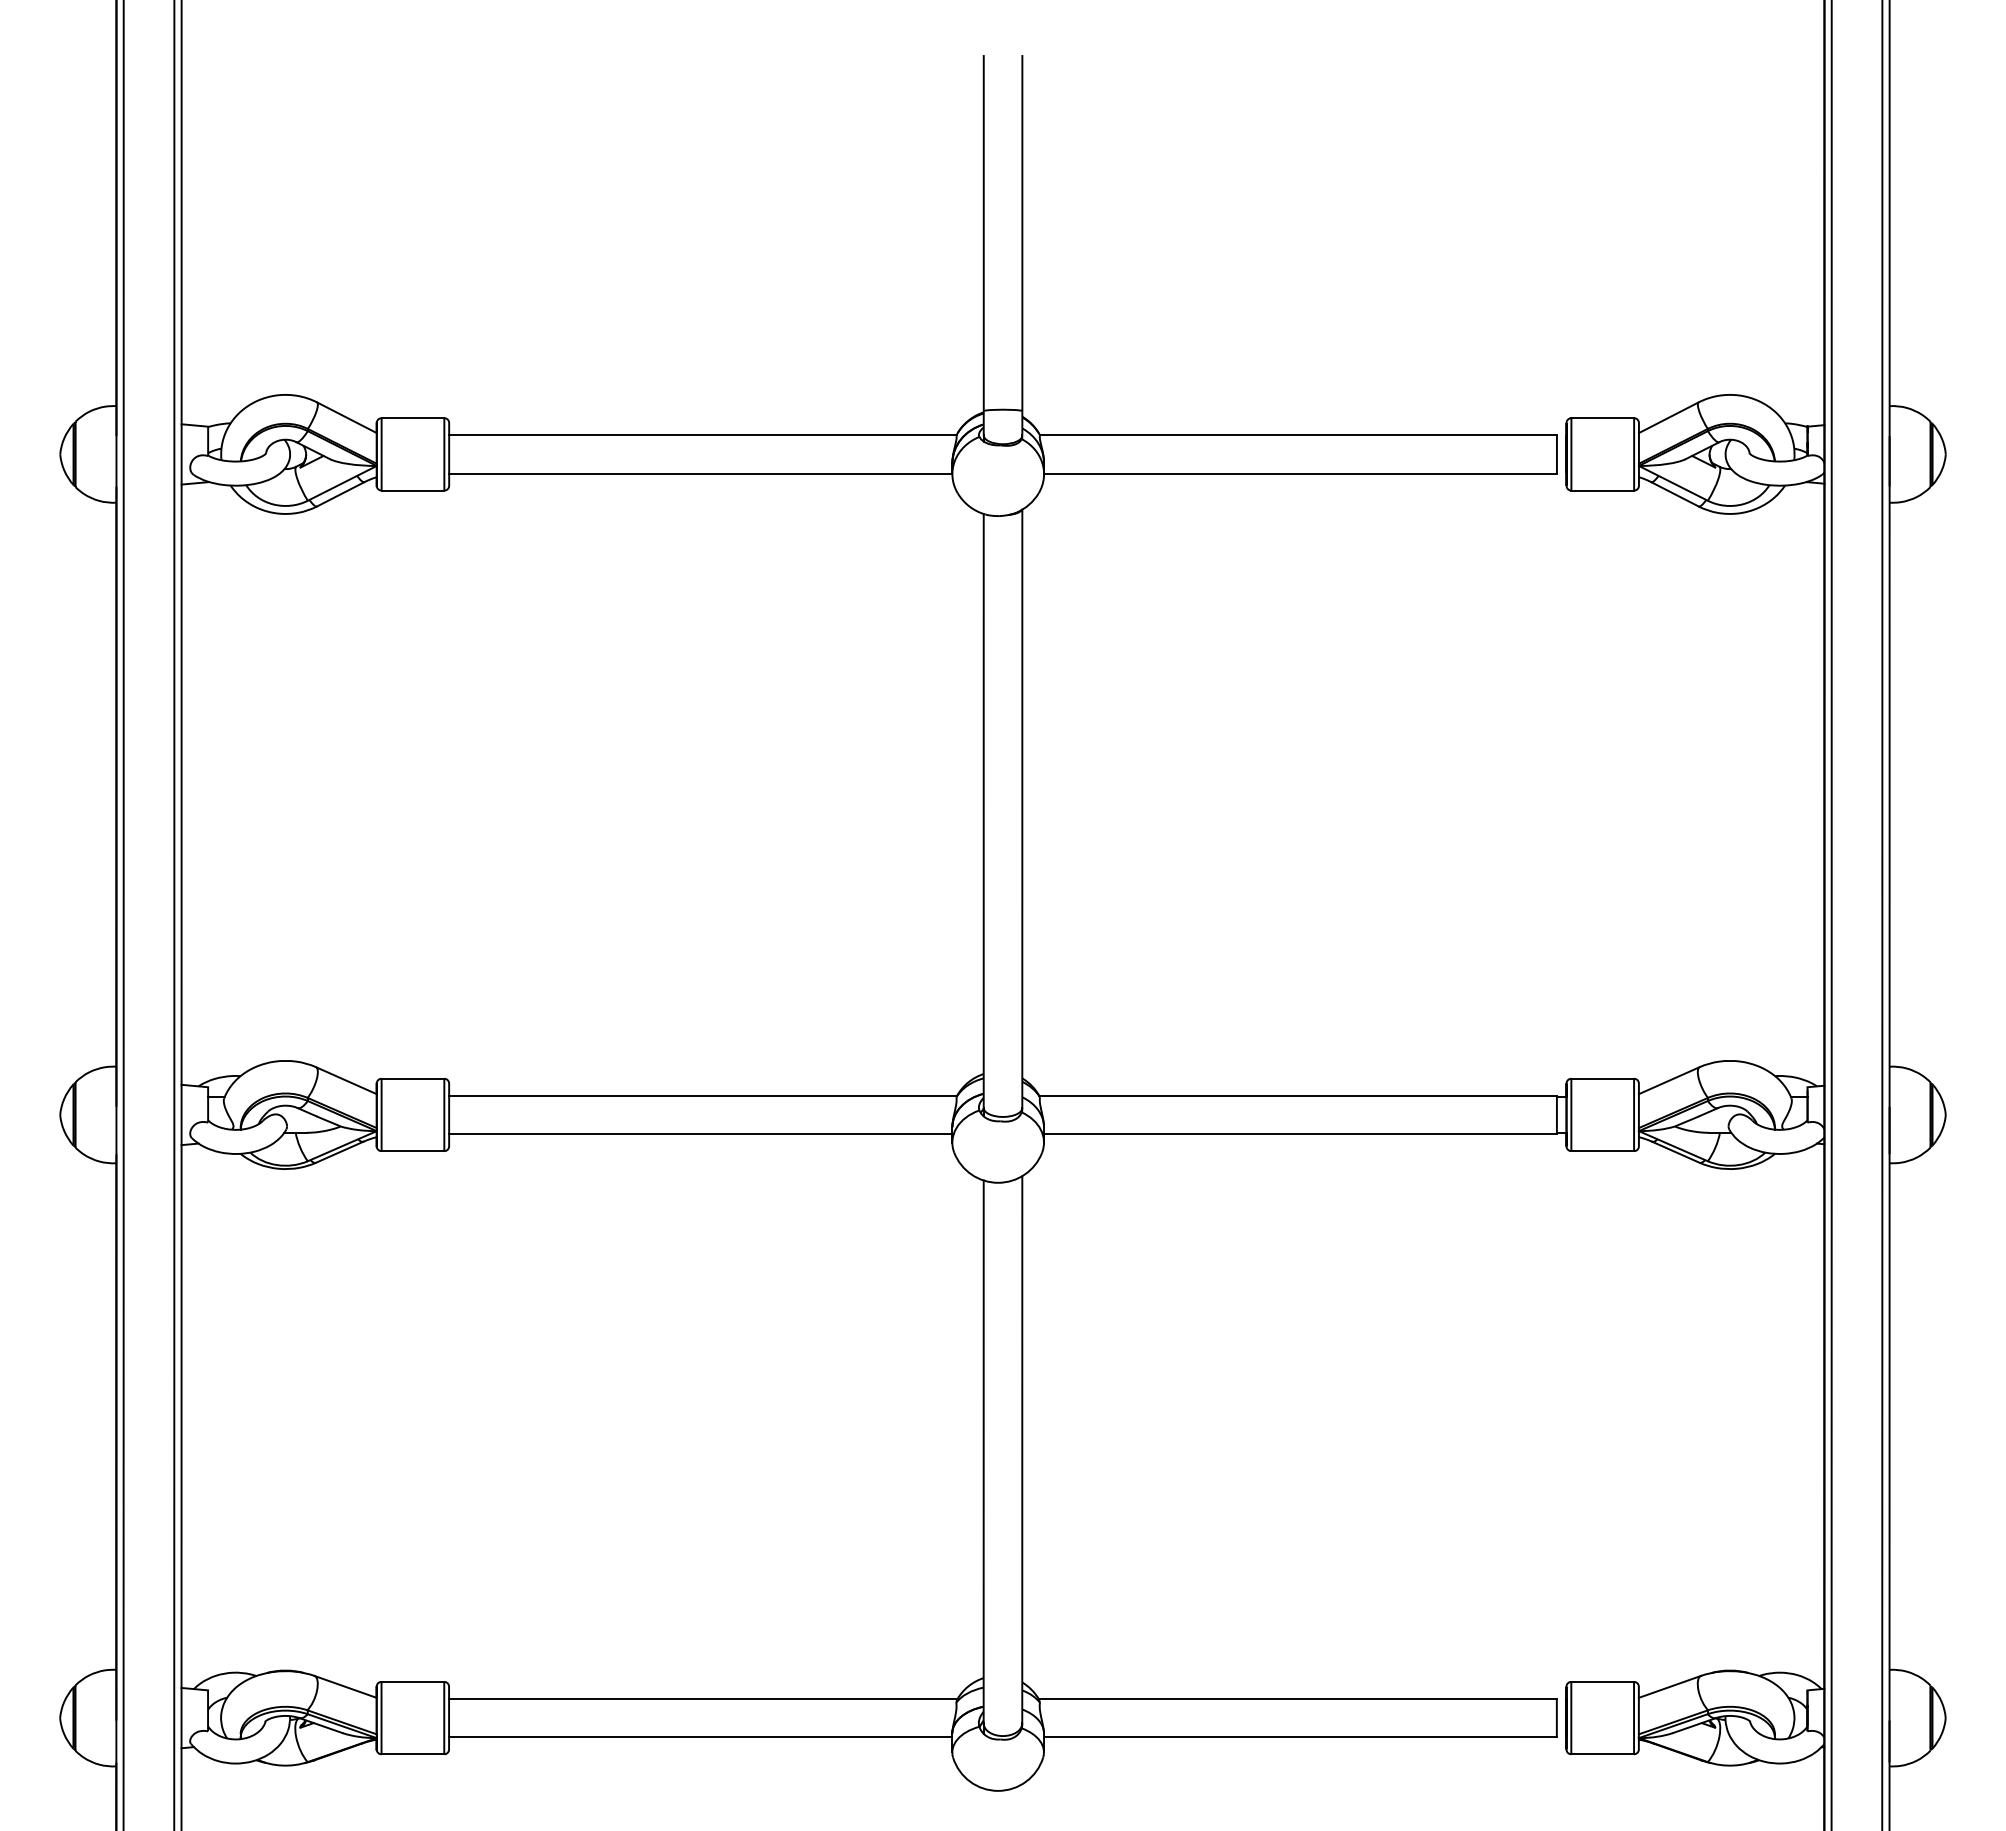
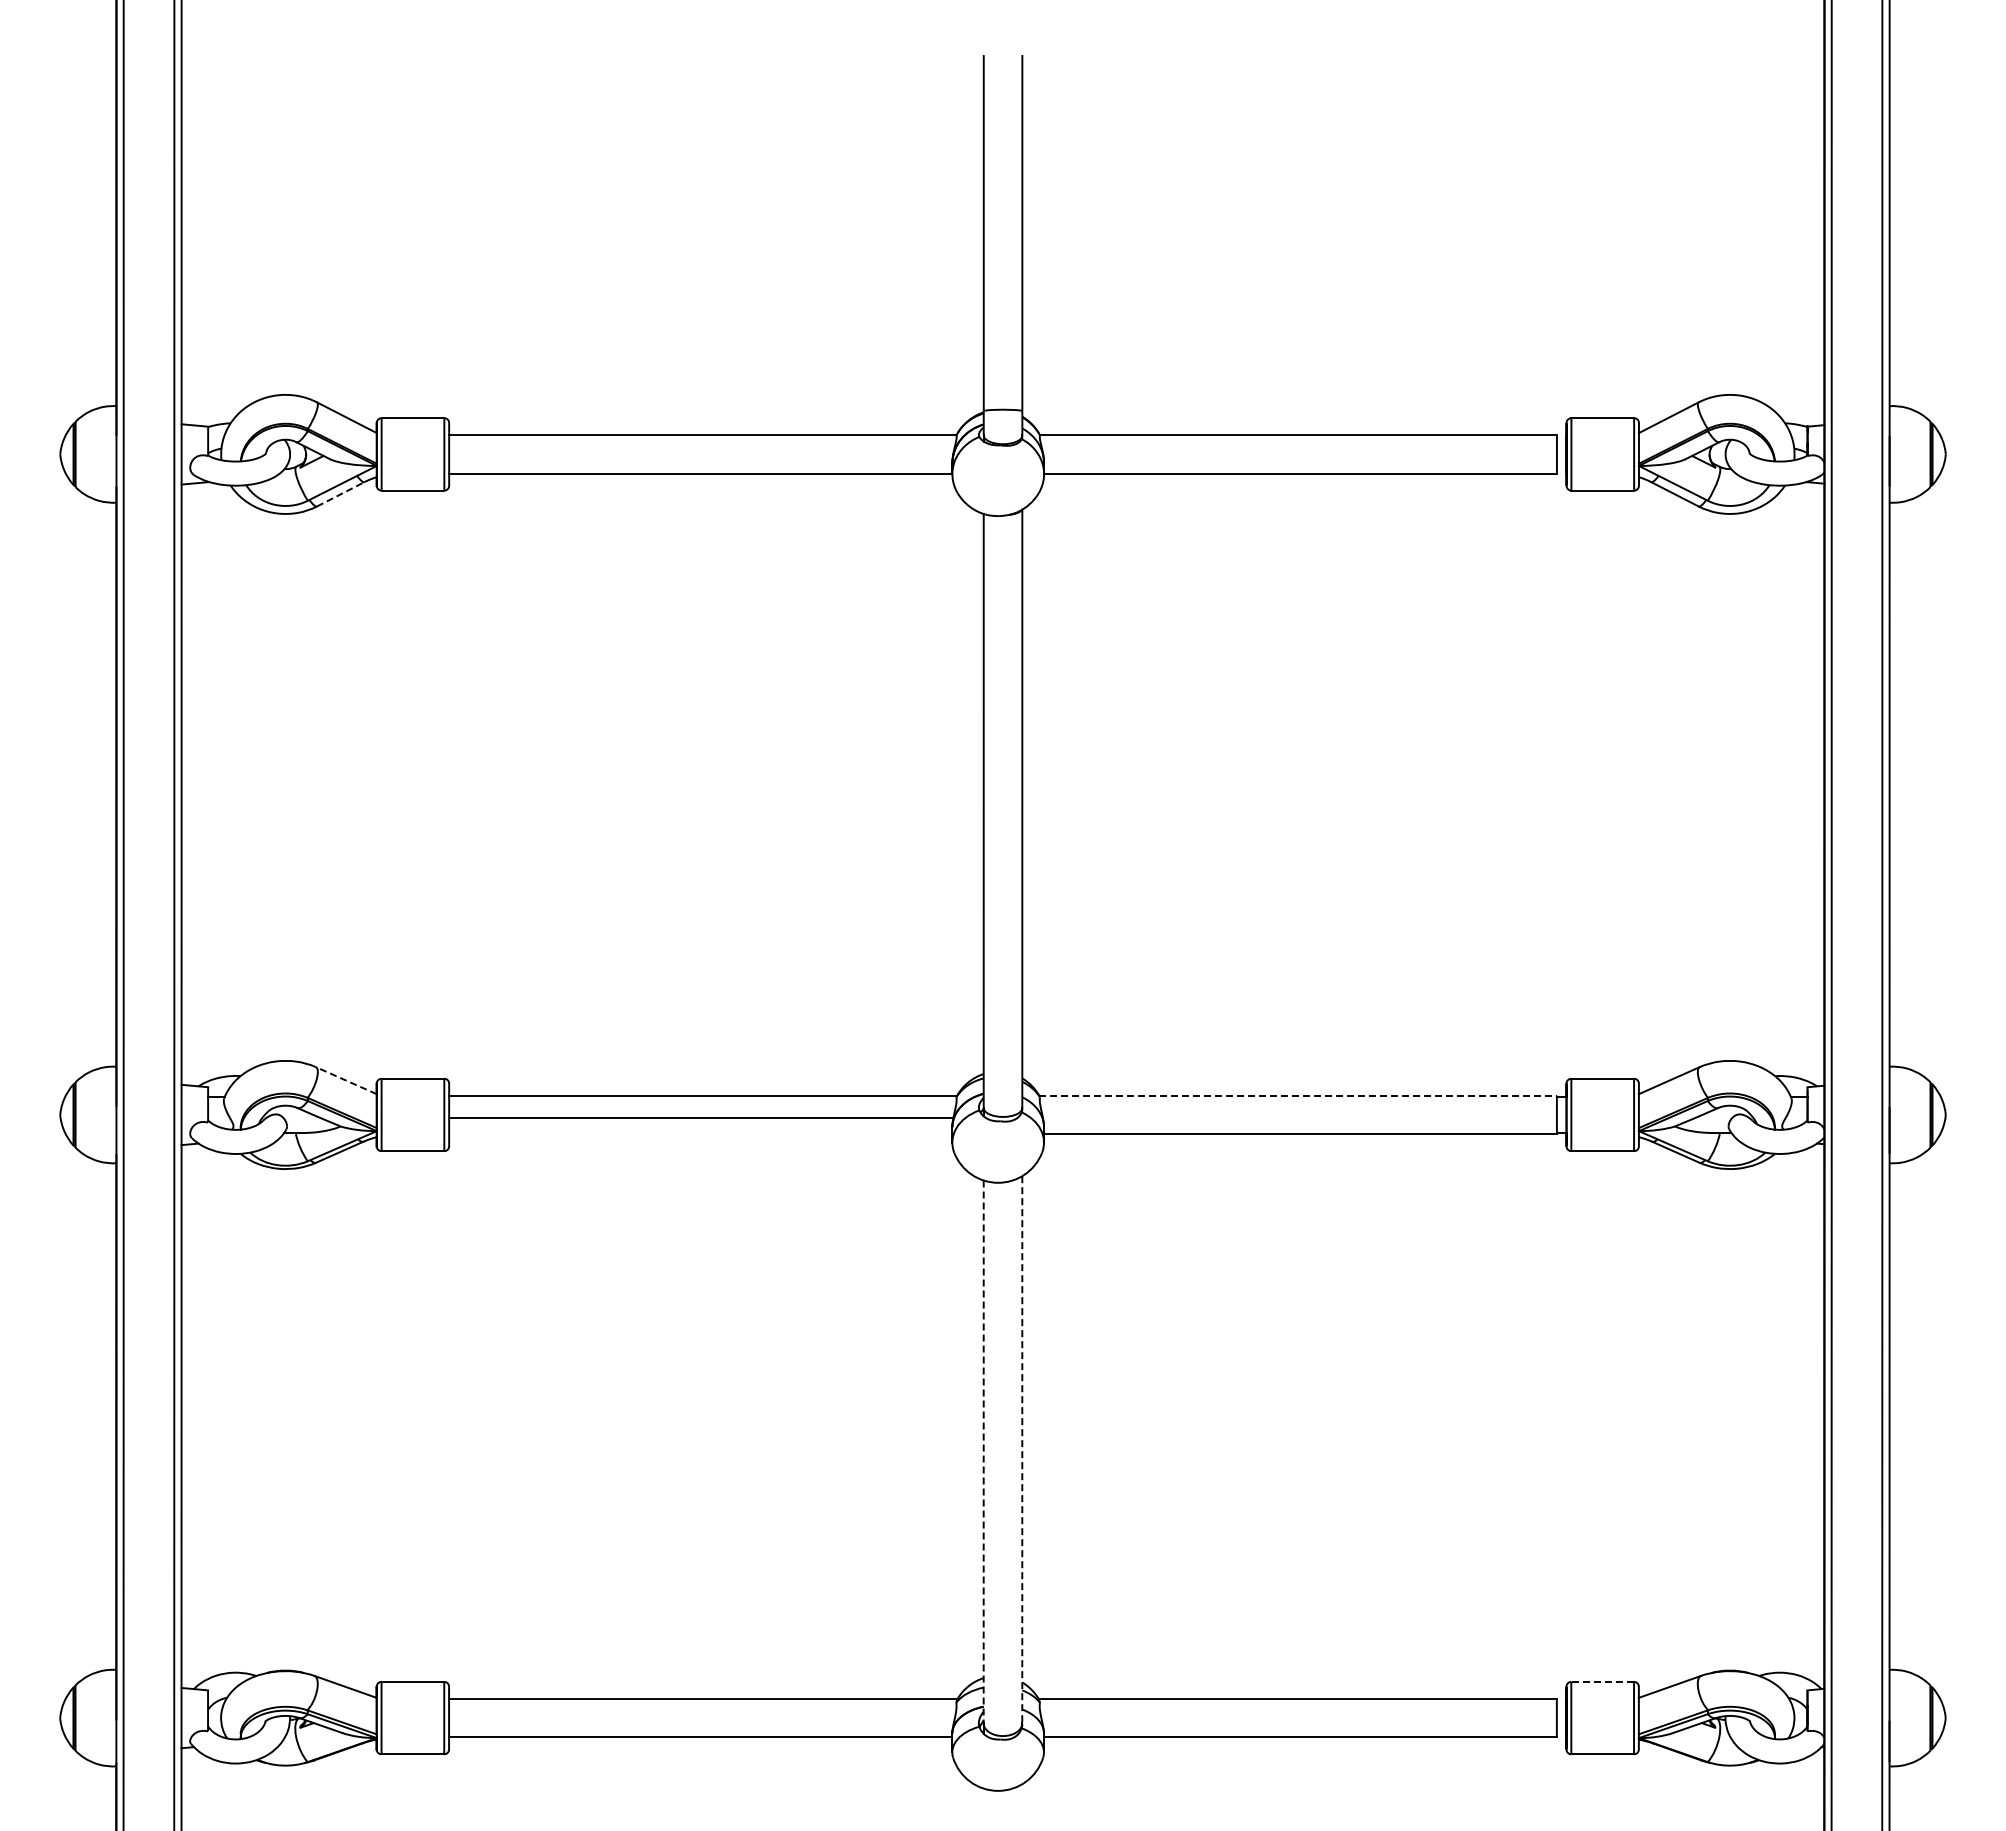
line at (340, 494): solid -> dashed
line at (345, 1080): solid -> dashed
line at (1298, 1095): solid -> dashed
line at (700, 1134) position: (700, 1134) -> (700, 1118)
line at (1022, 1449): solid -> dashed
line at (983, 1452): solid -> dashed
line at (1602, 1681): solid -> dashed
